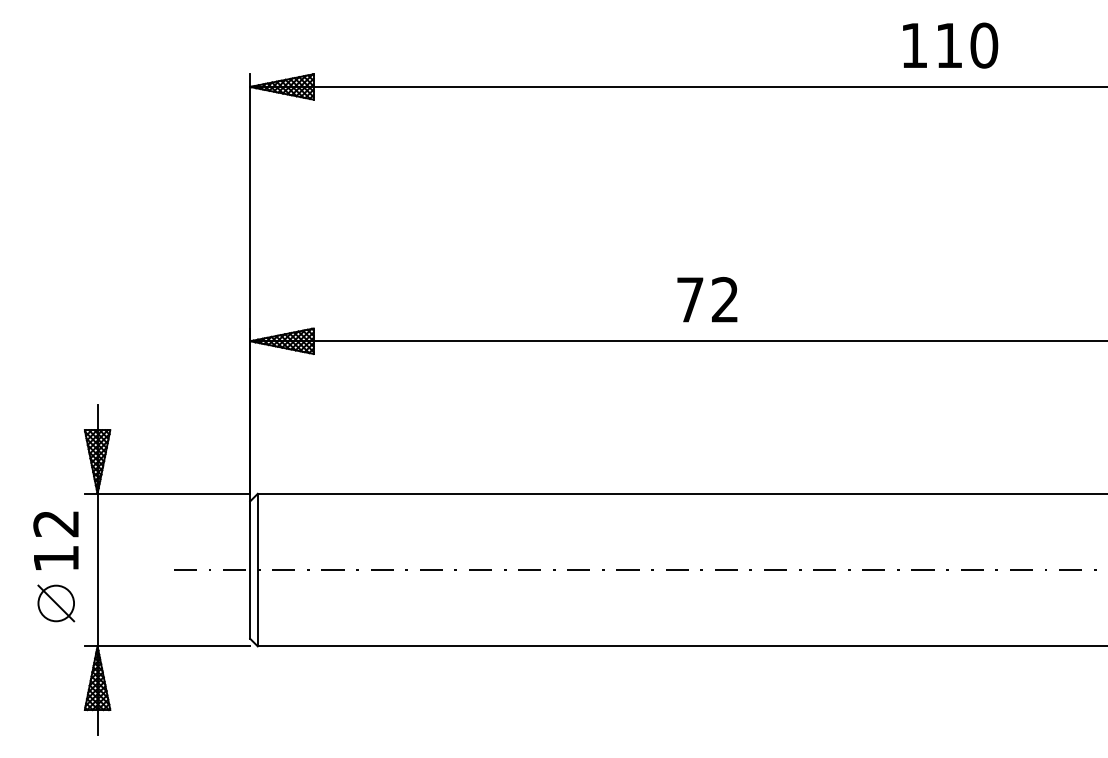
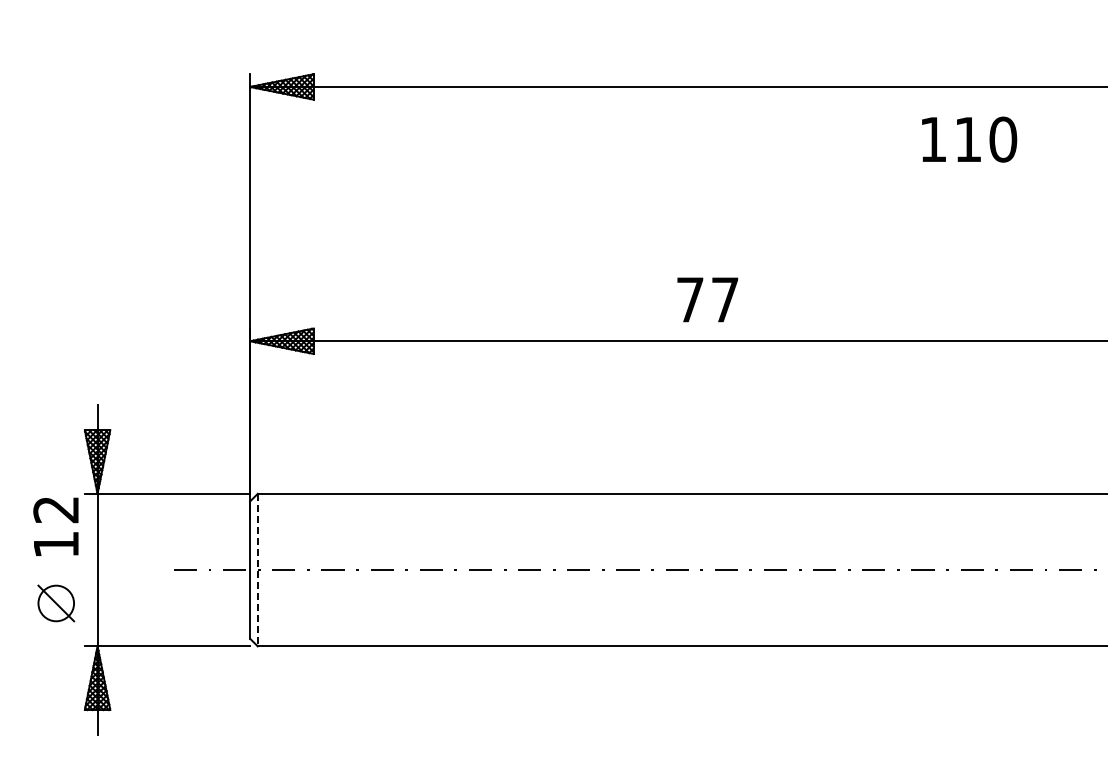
text at (950, 45) position: (950, 45) -> (969, 139)
text at (725, 299): 72 -> 77
text at (55, 540) position: (55, 540) -> (55, 526)
line at (257, 570): solid -> dashed
